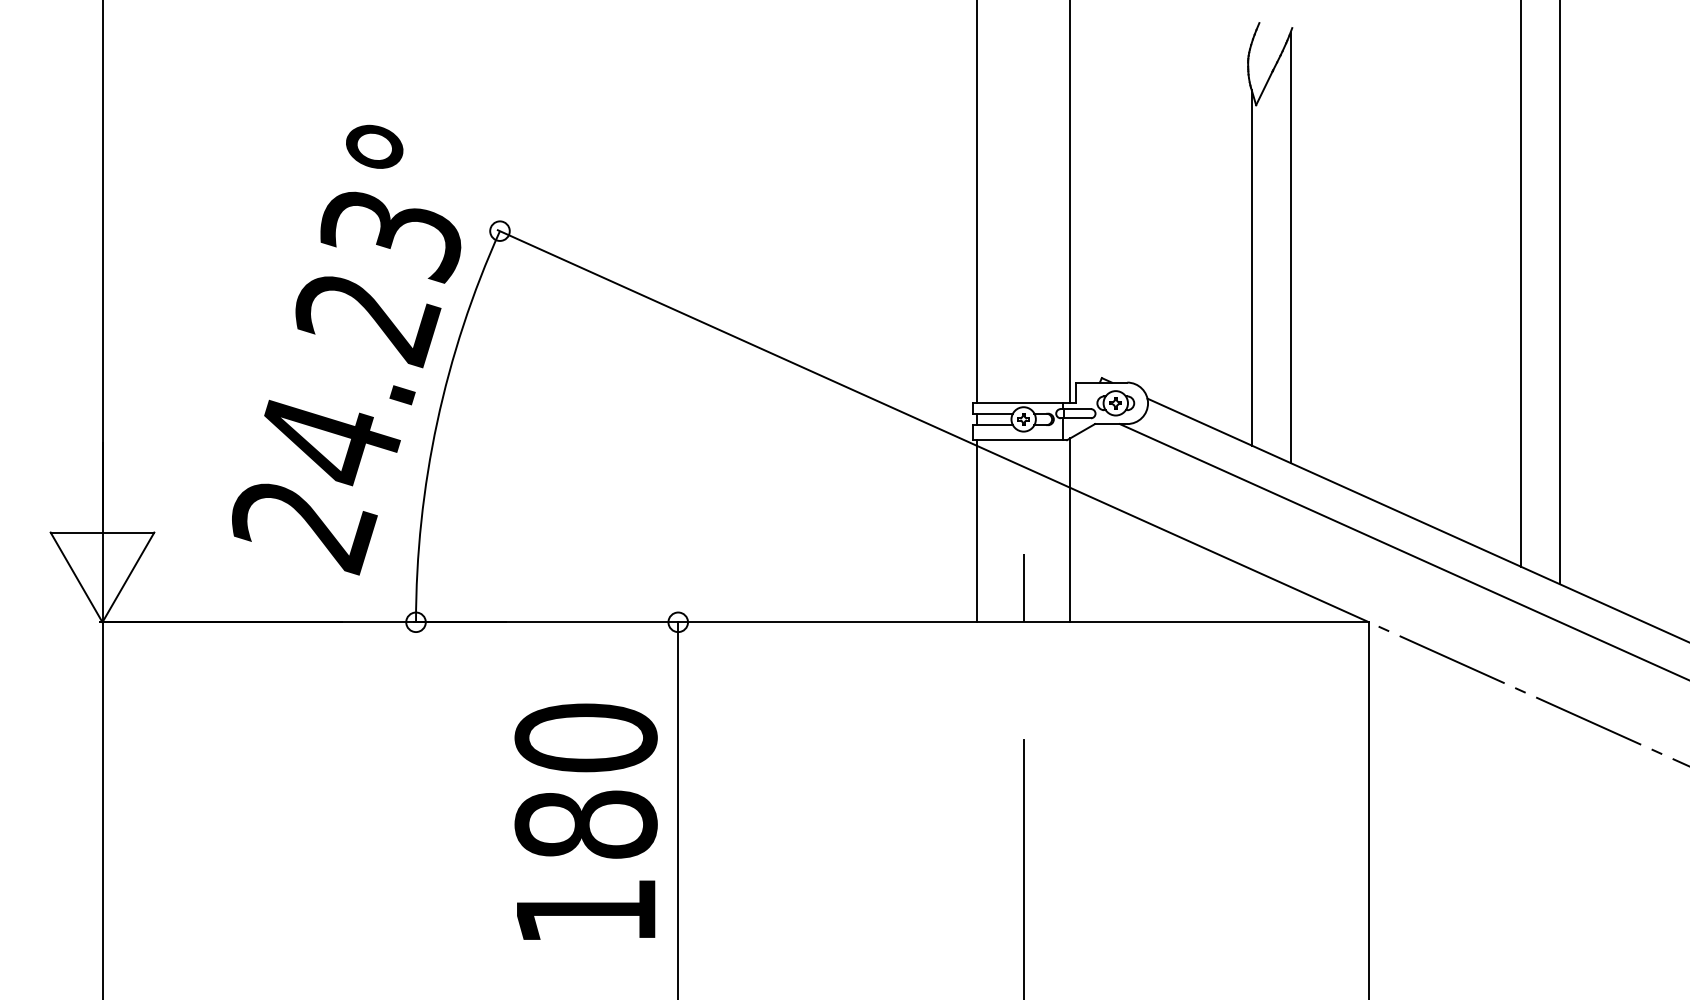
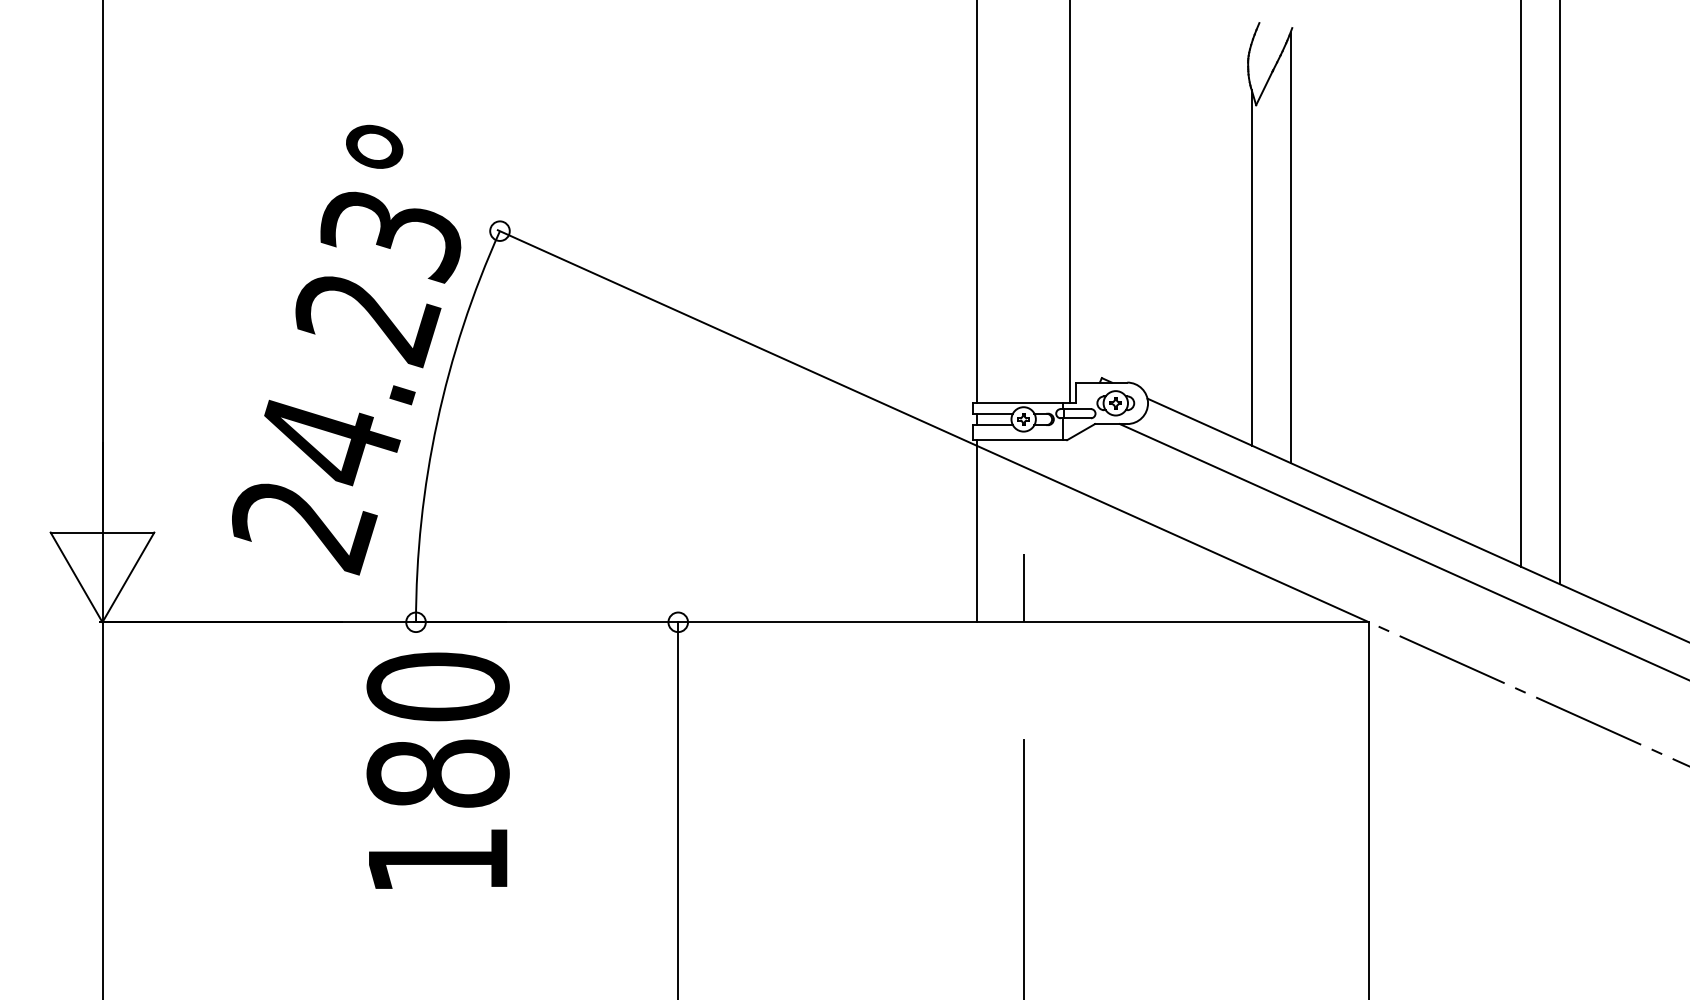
line at (1070, 530): present -> none
text at (585, 821) position: (585, 821) -> (437, 770)
